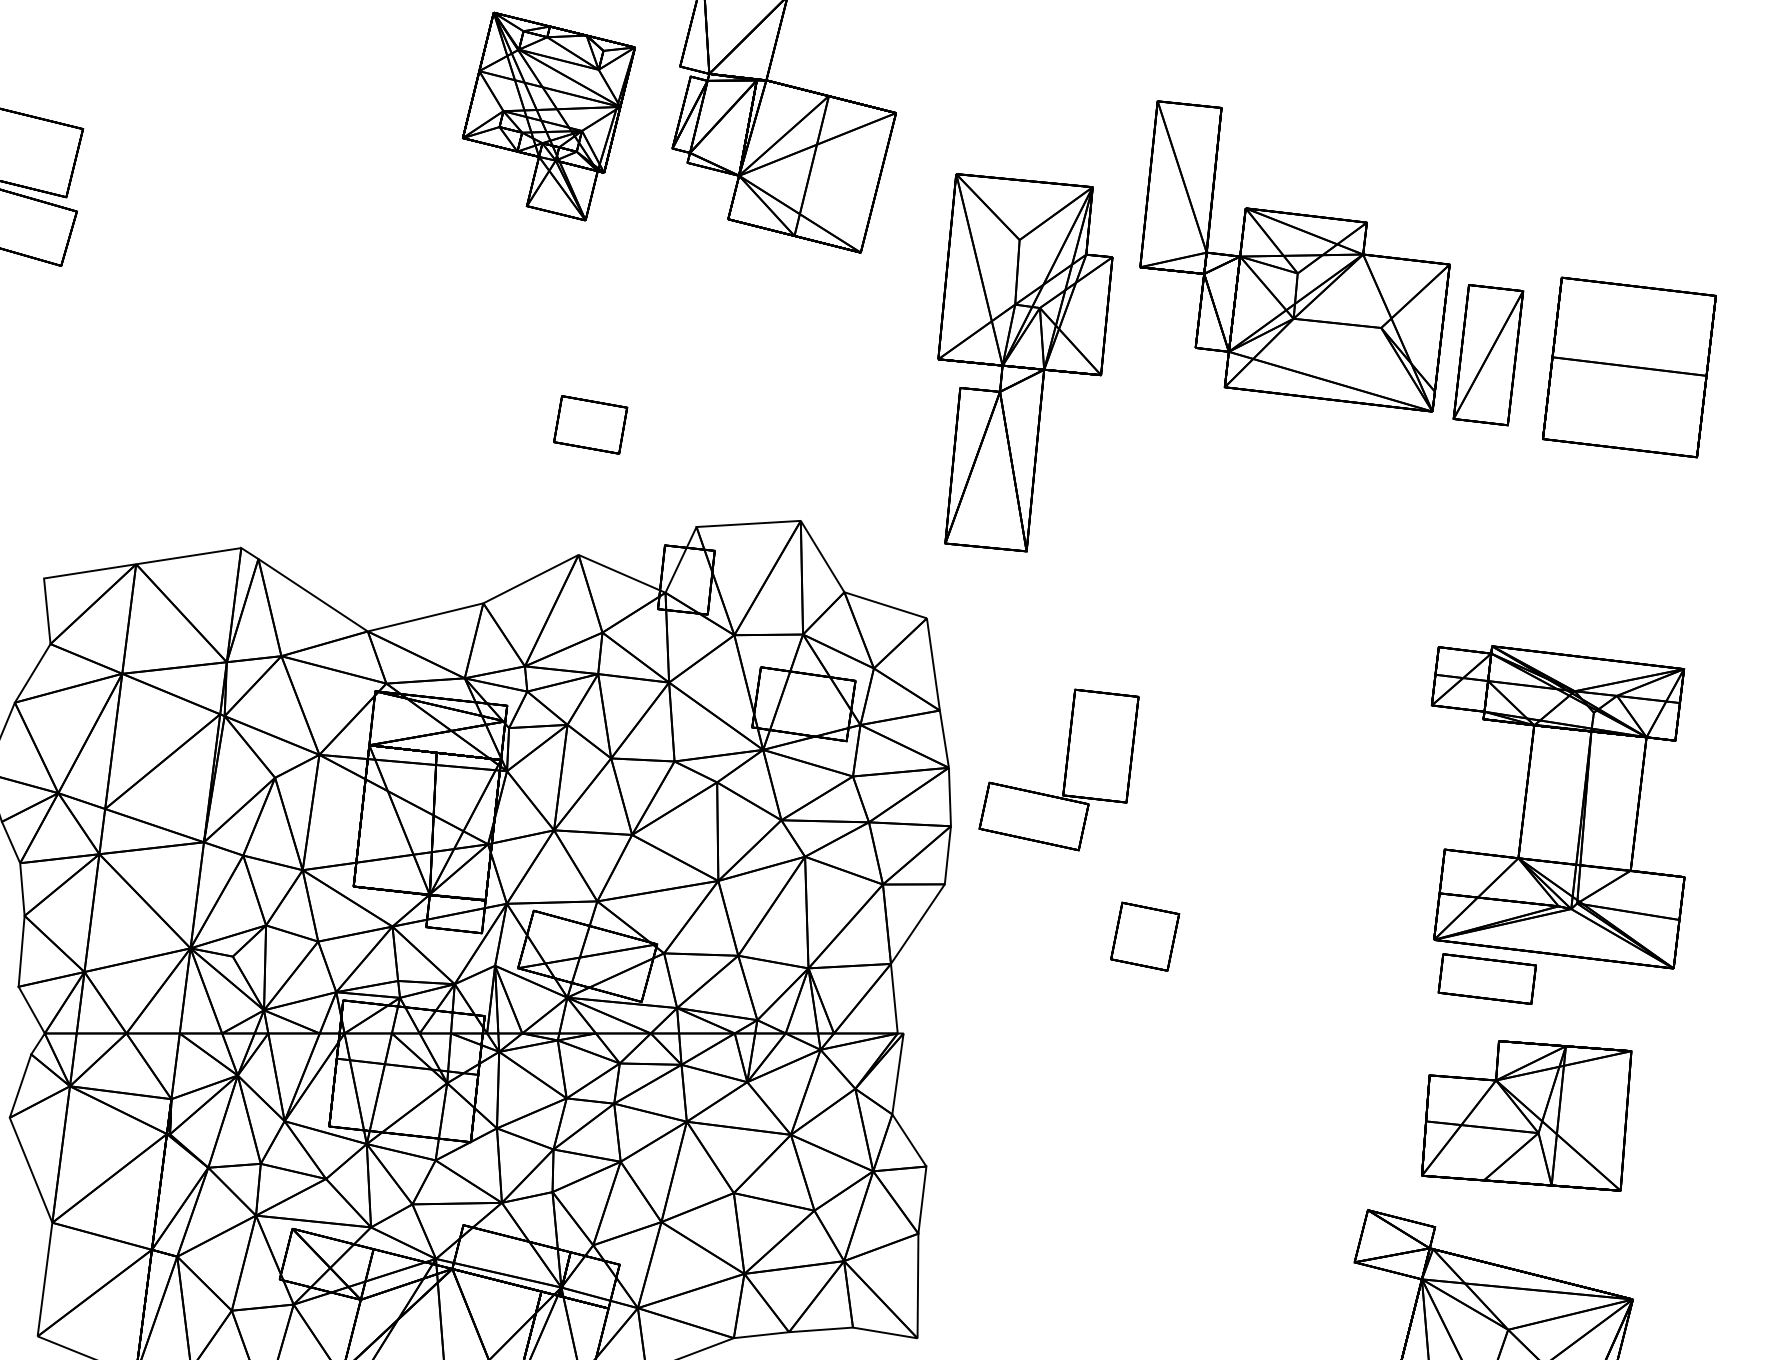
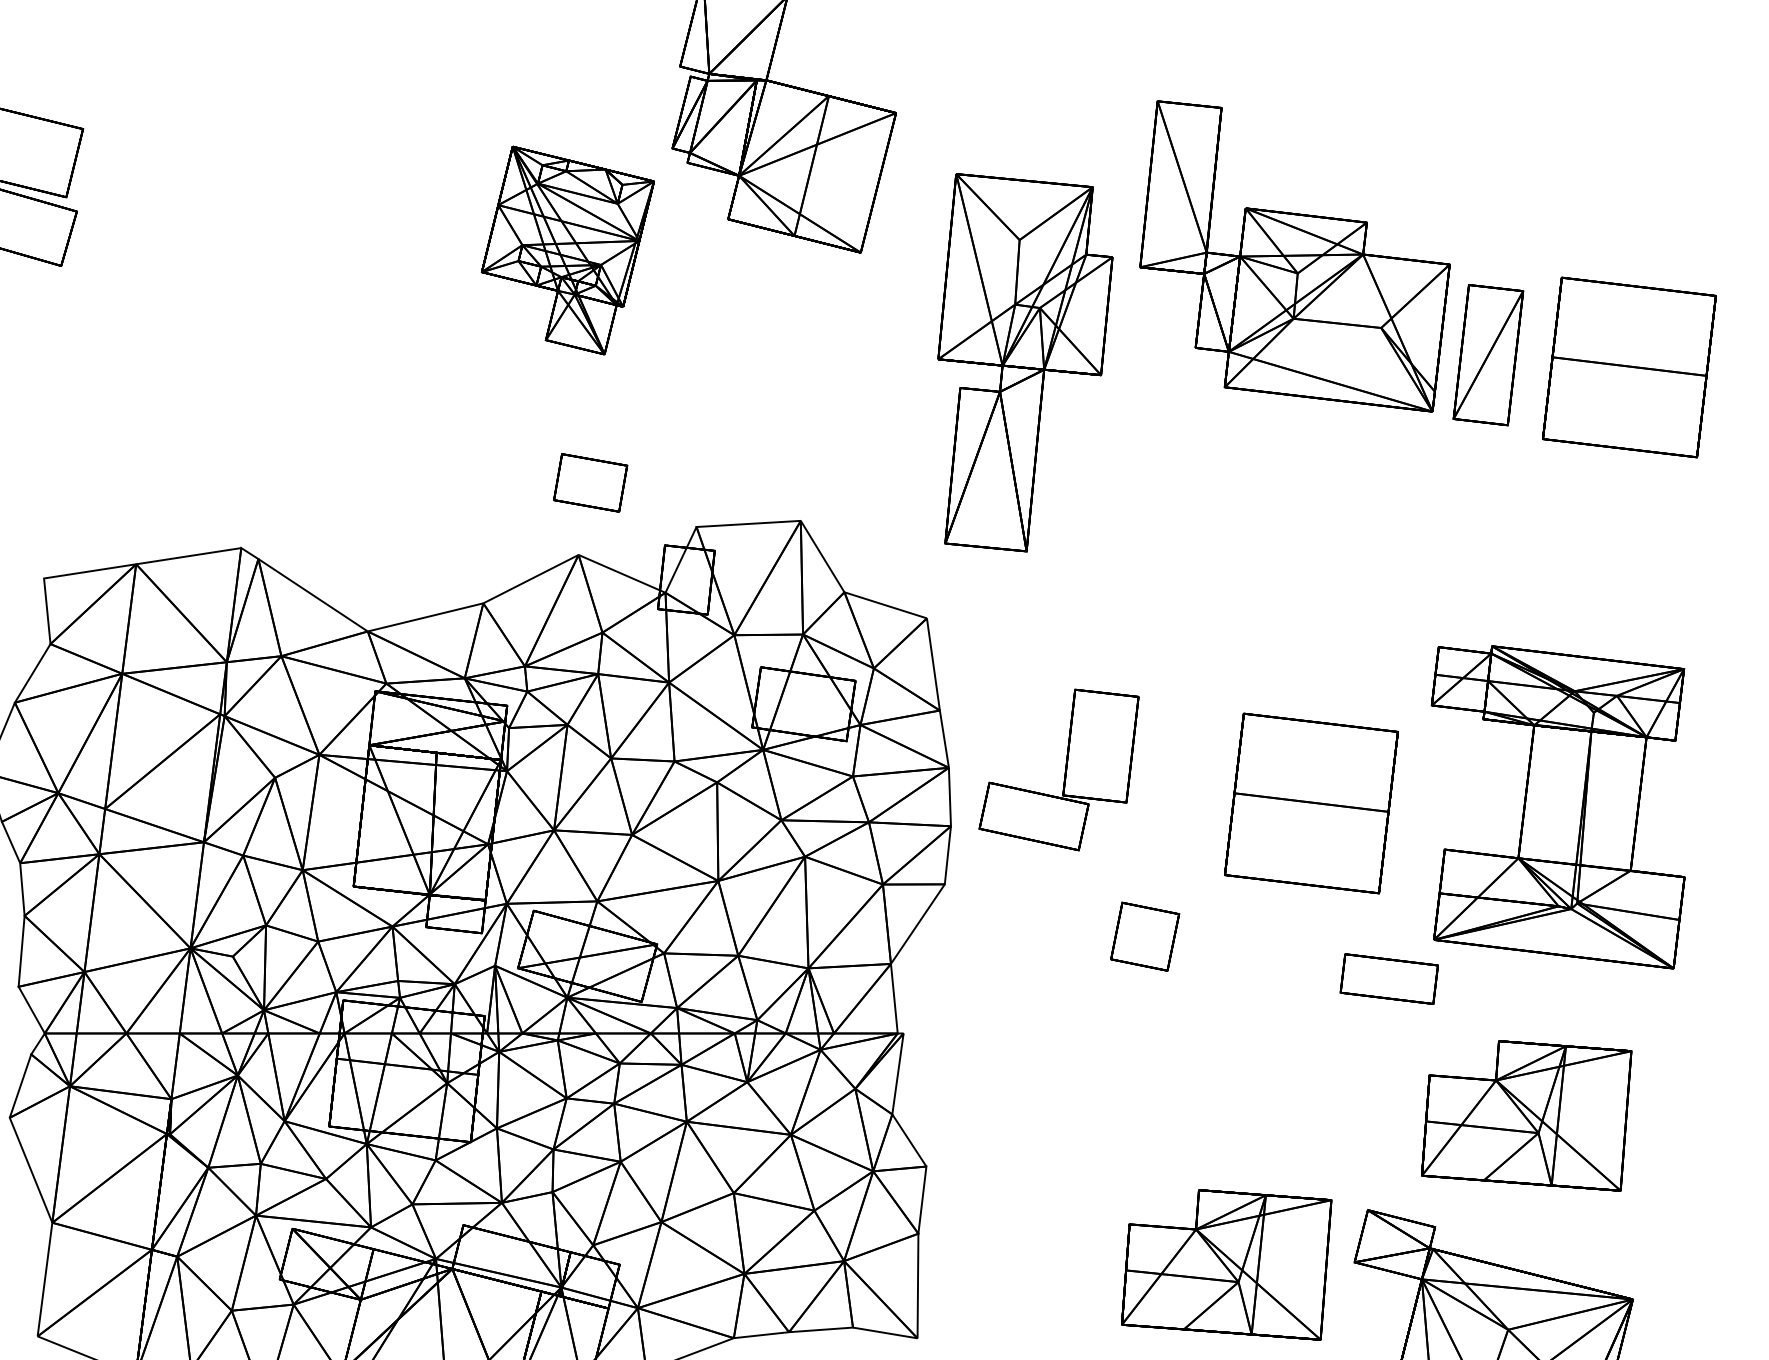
part at (548, 116) position: (548, 116) -> (567, 250)
part at (590, 424) position: (590, 424) -> (590, 482)
part at (1311, 803): none -> present
part at (1486, 978) position: (1486, 978) -> (1388, 978)
part at (1226, 1264): none -> present
